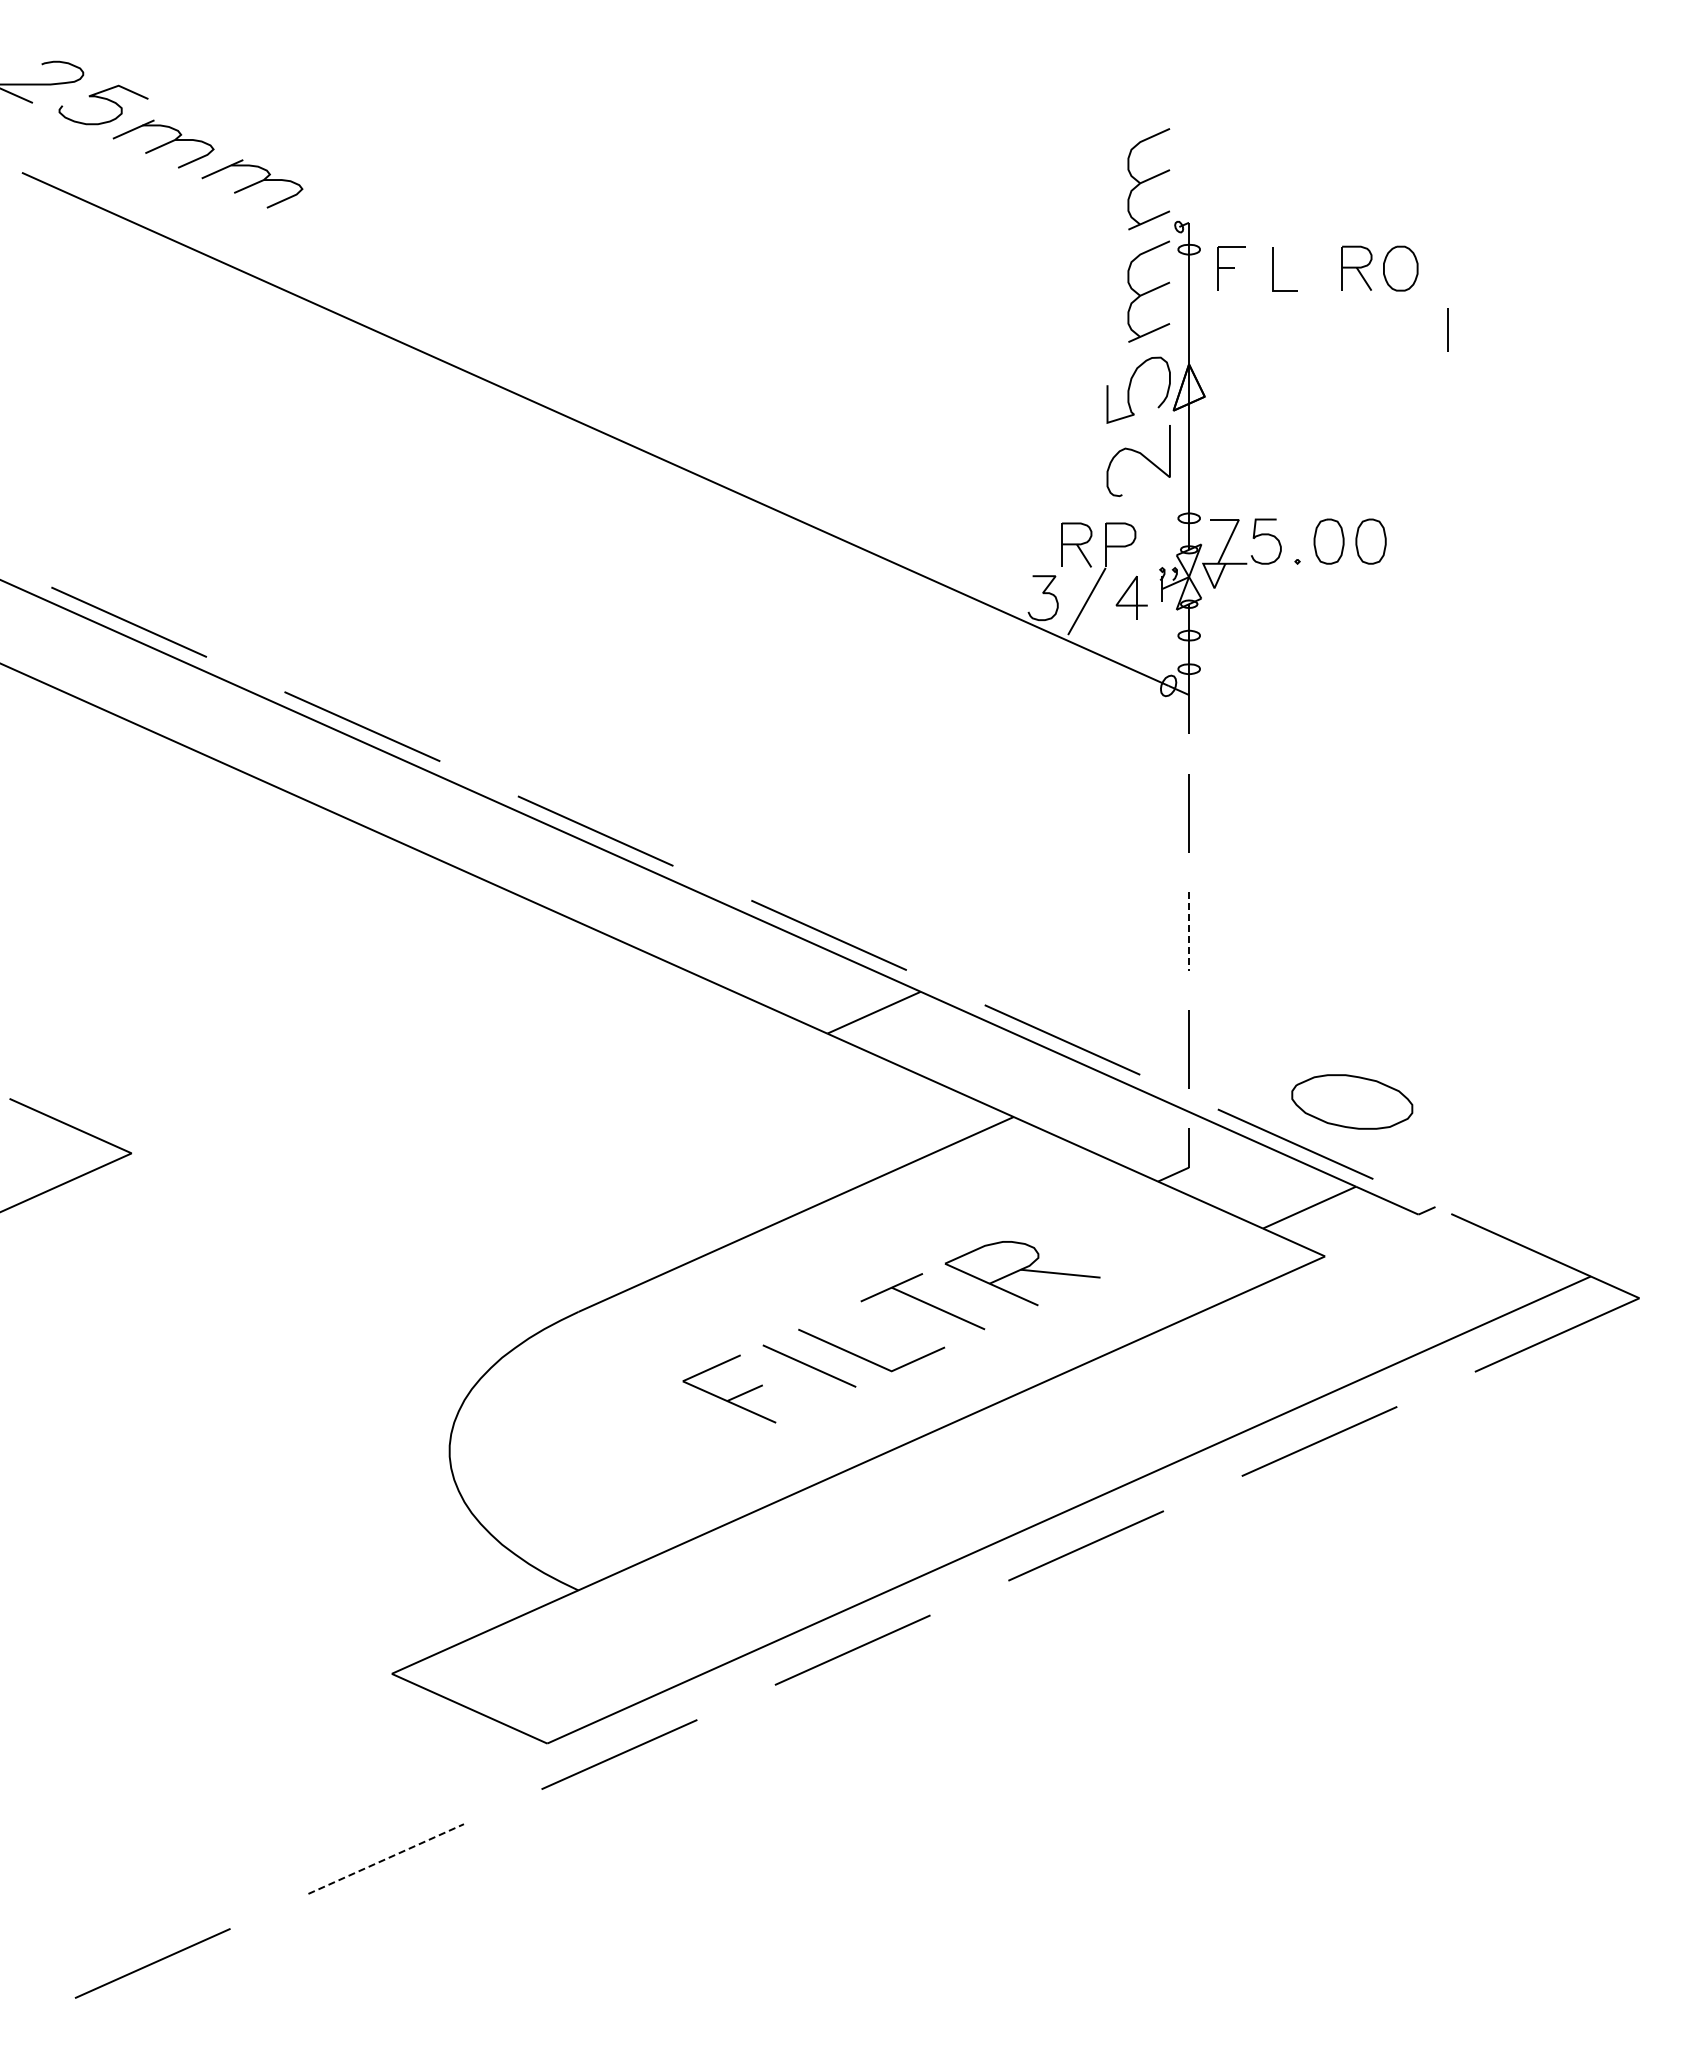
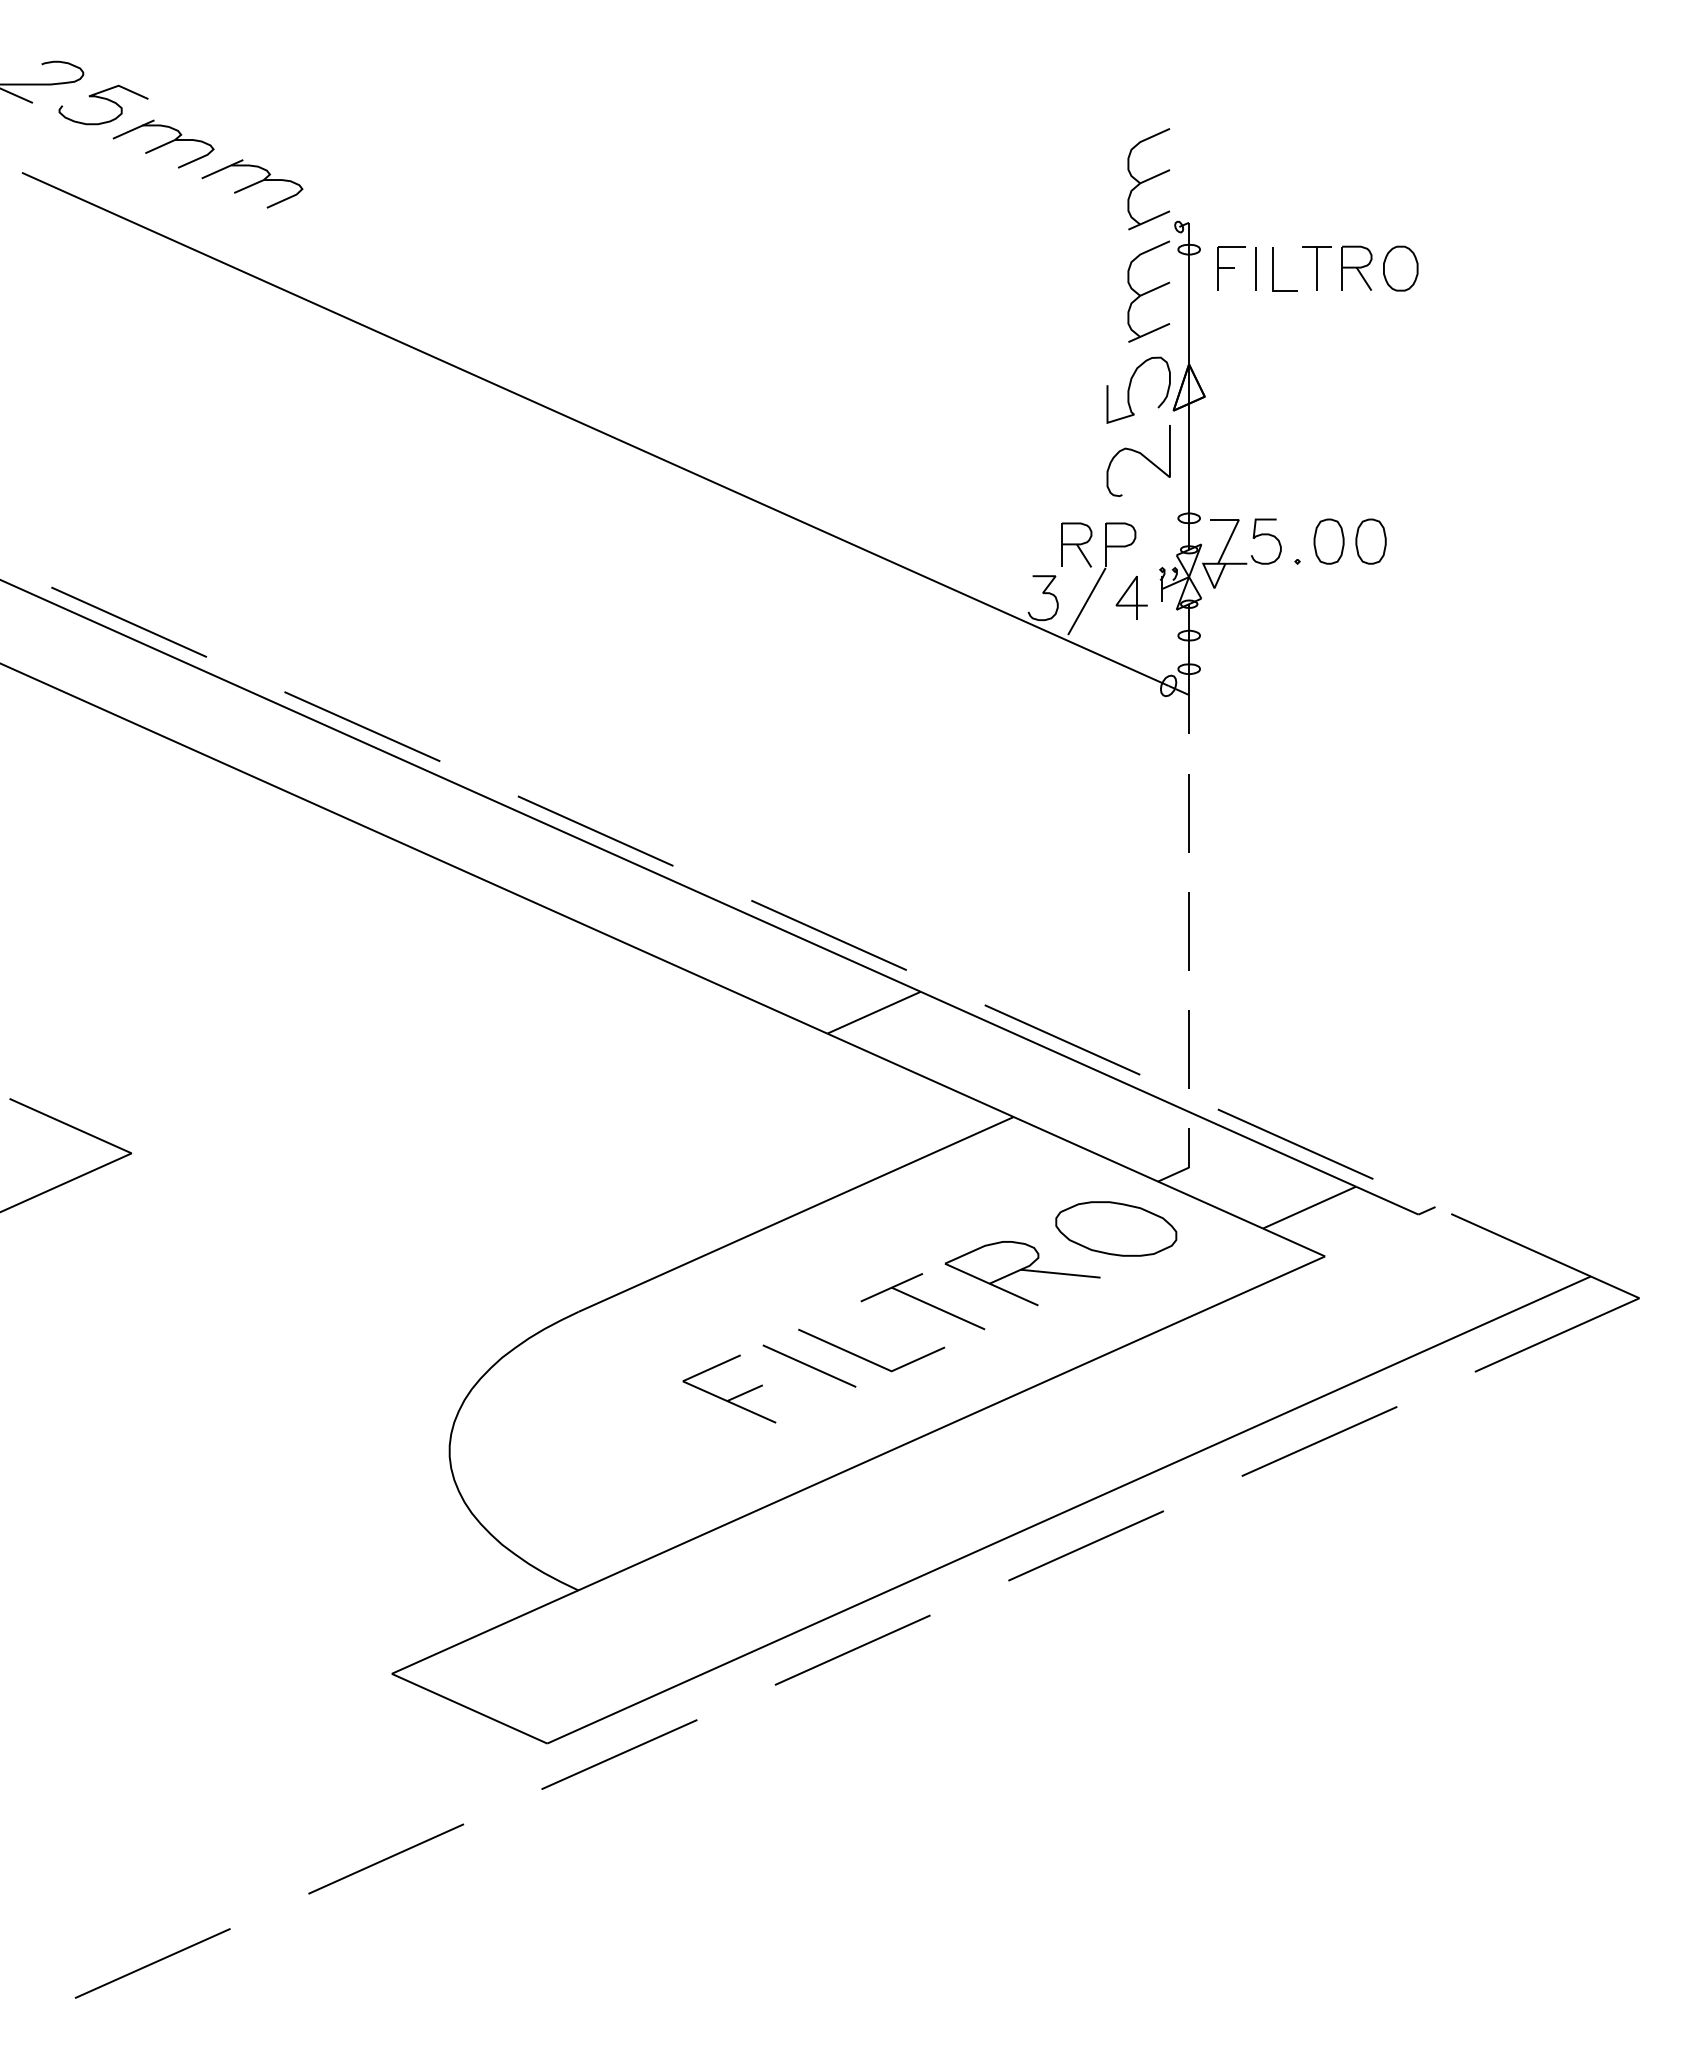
part at (1316, 268): none -> present
line at (1447, 329) position: (1447, 329) -> (1255, 268)
line at (1189, 931): dashed -> solid
part at (1352, 1101) position: (1352, 1101) -> (1116, 1228)
line at (386, 1858): dashed -> solid
